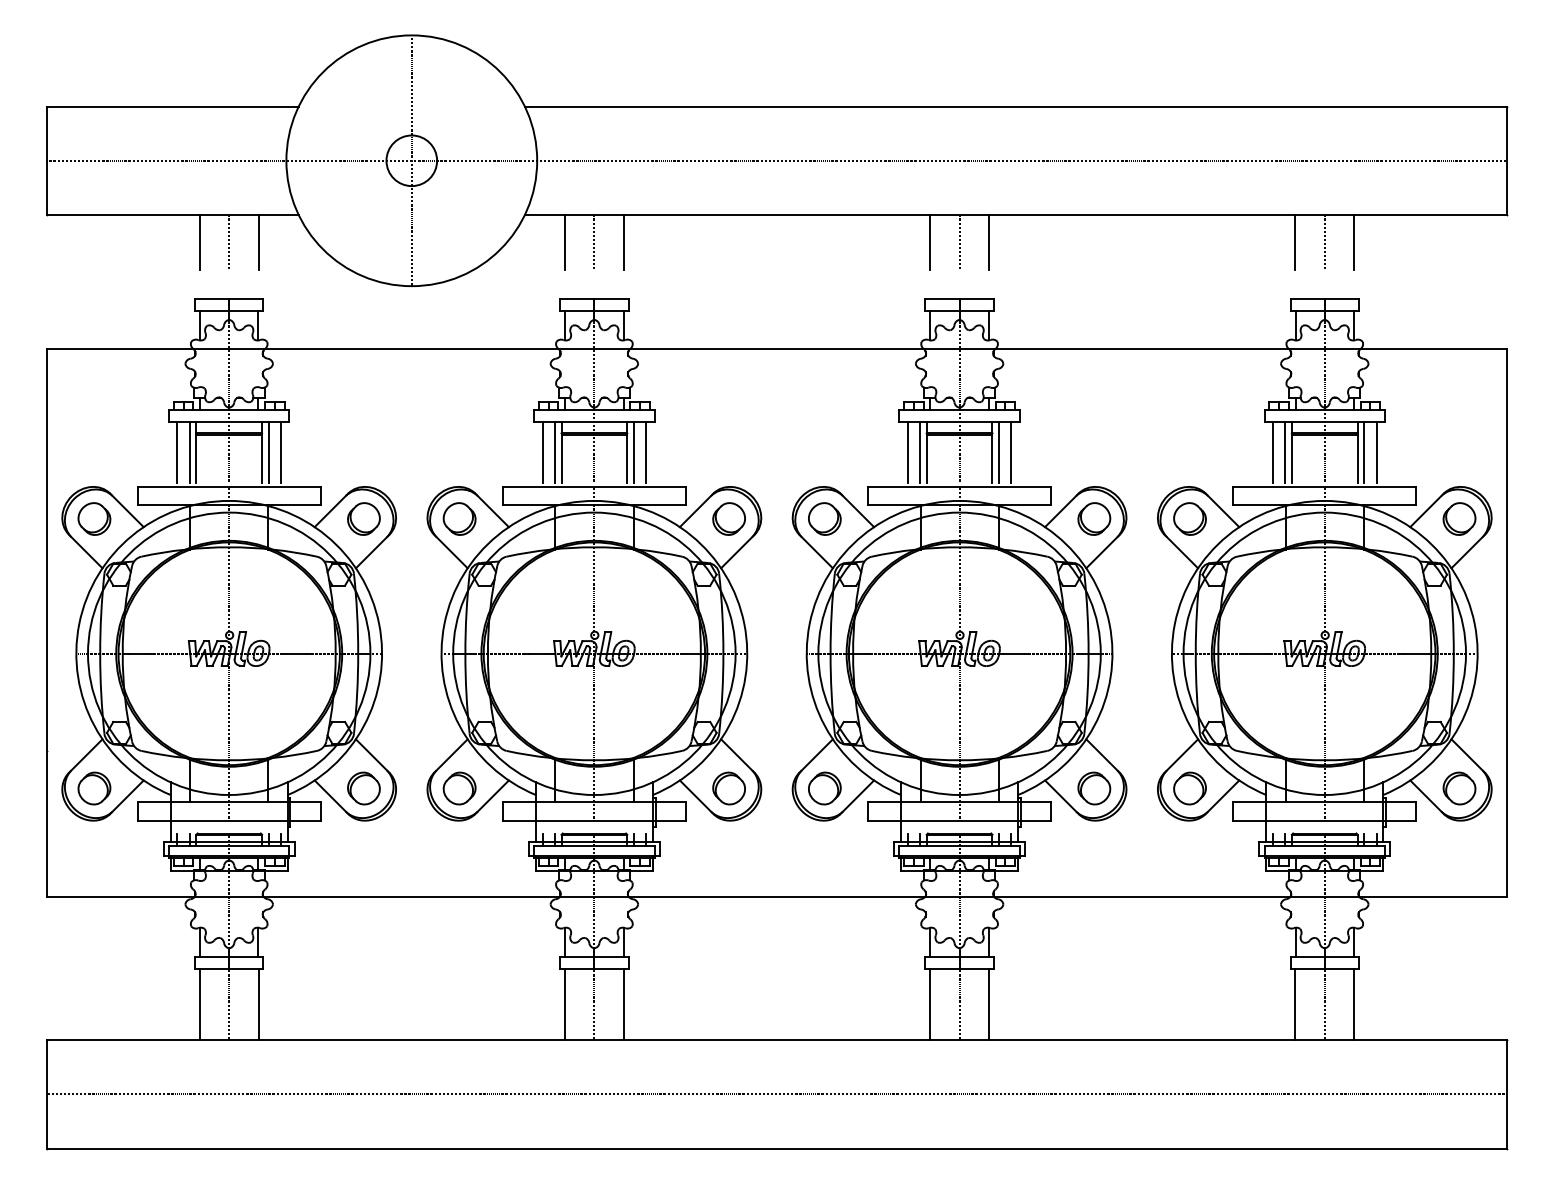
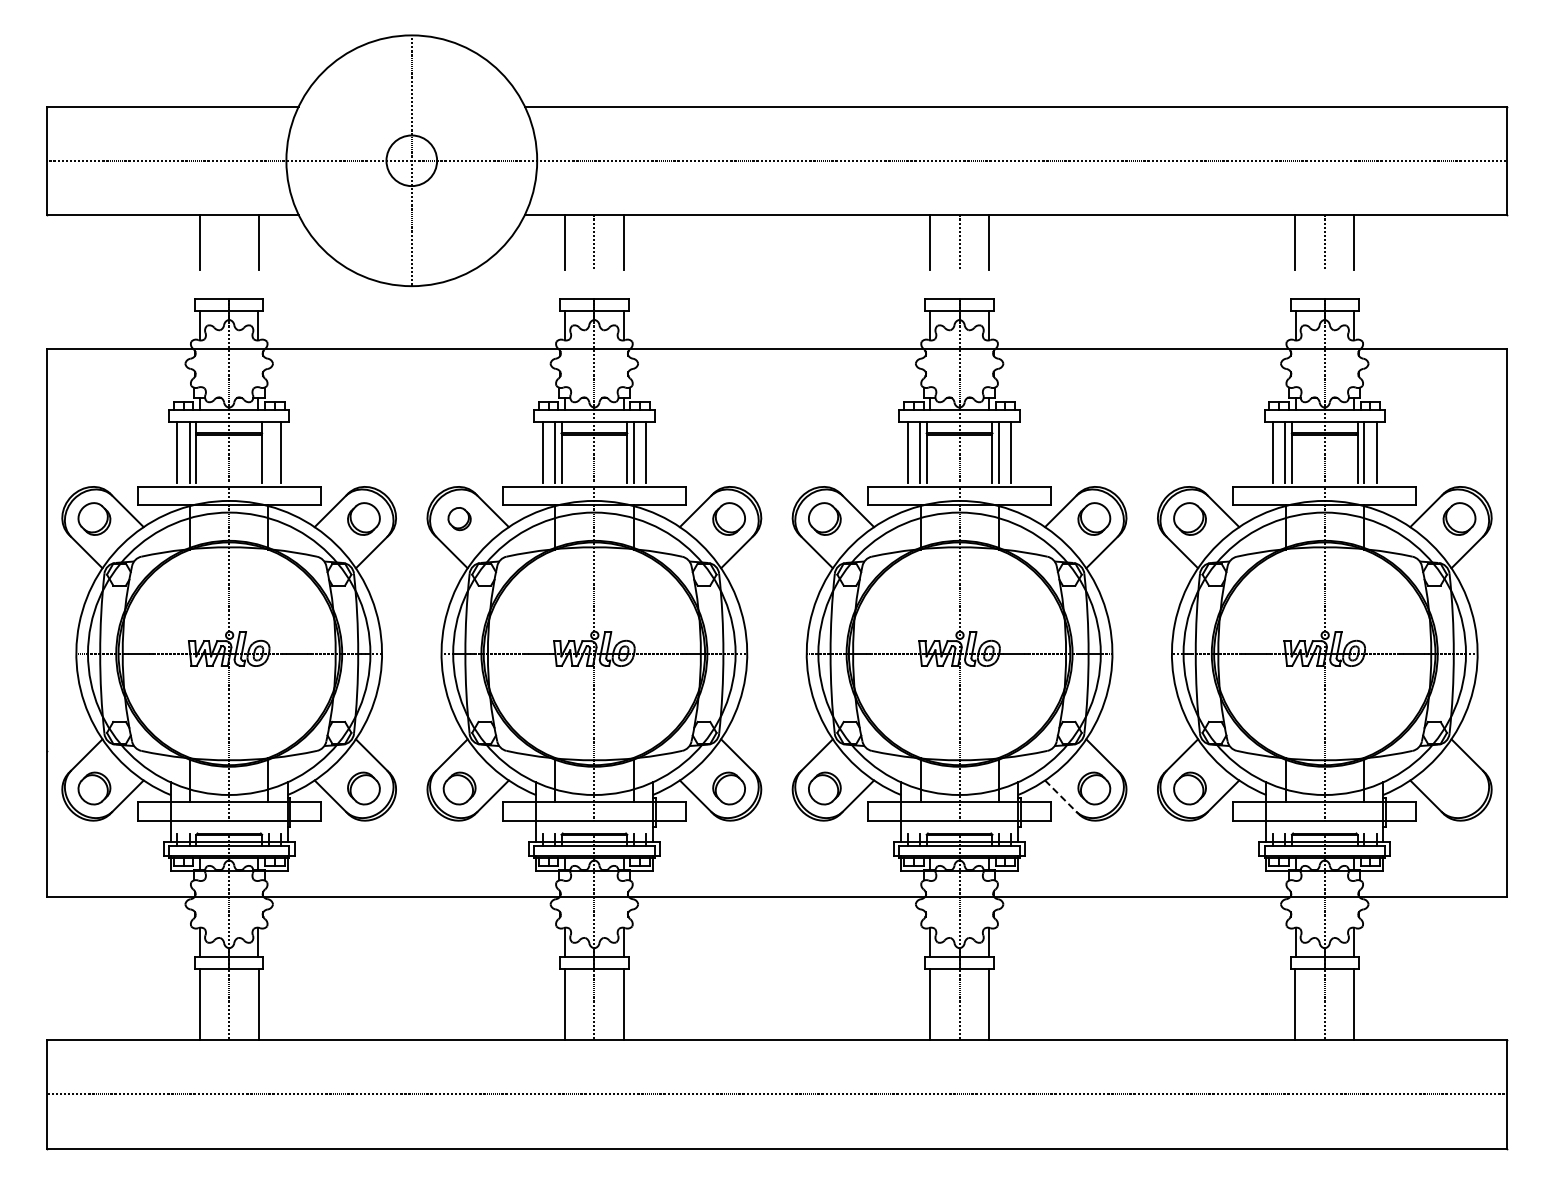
line at (229, 242): present -> none
line at (268, 452): present -> none
part at (459, 518) size: 35x34 px -> 25x25 px
part at (1459, 788): present -> none
line at (1061, 797): solid -> dashed
